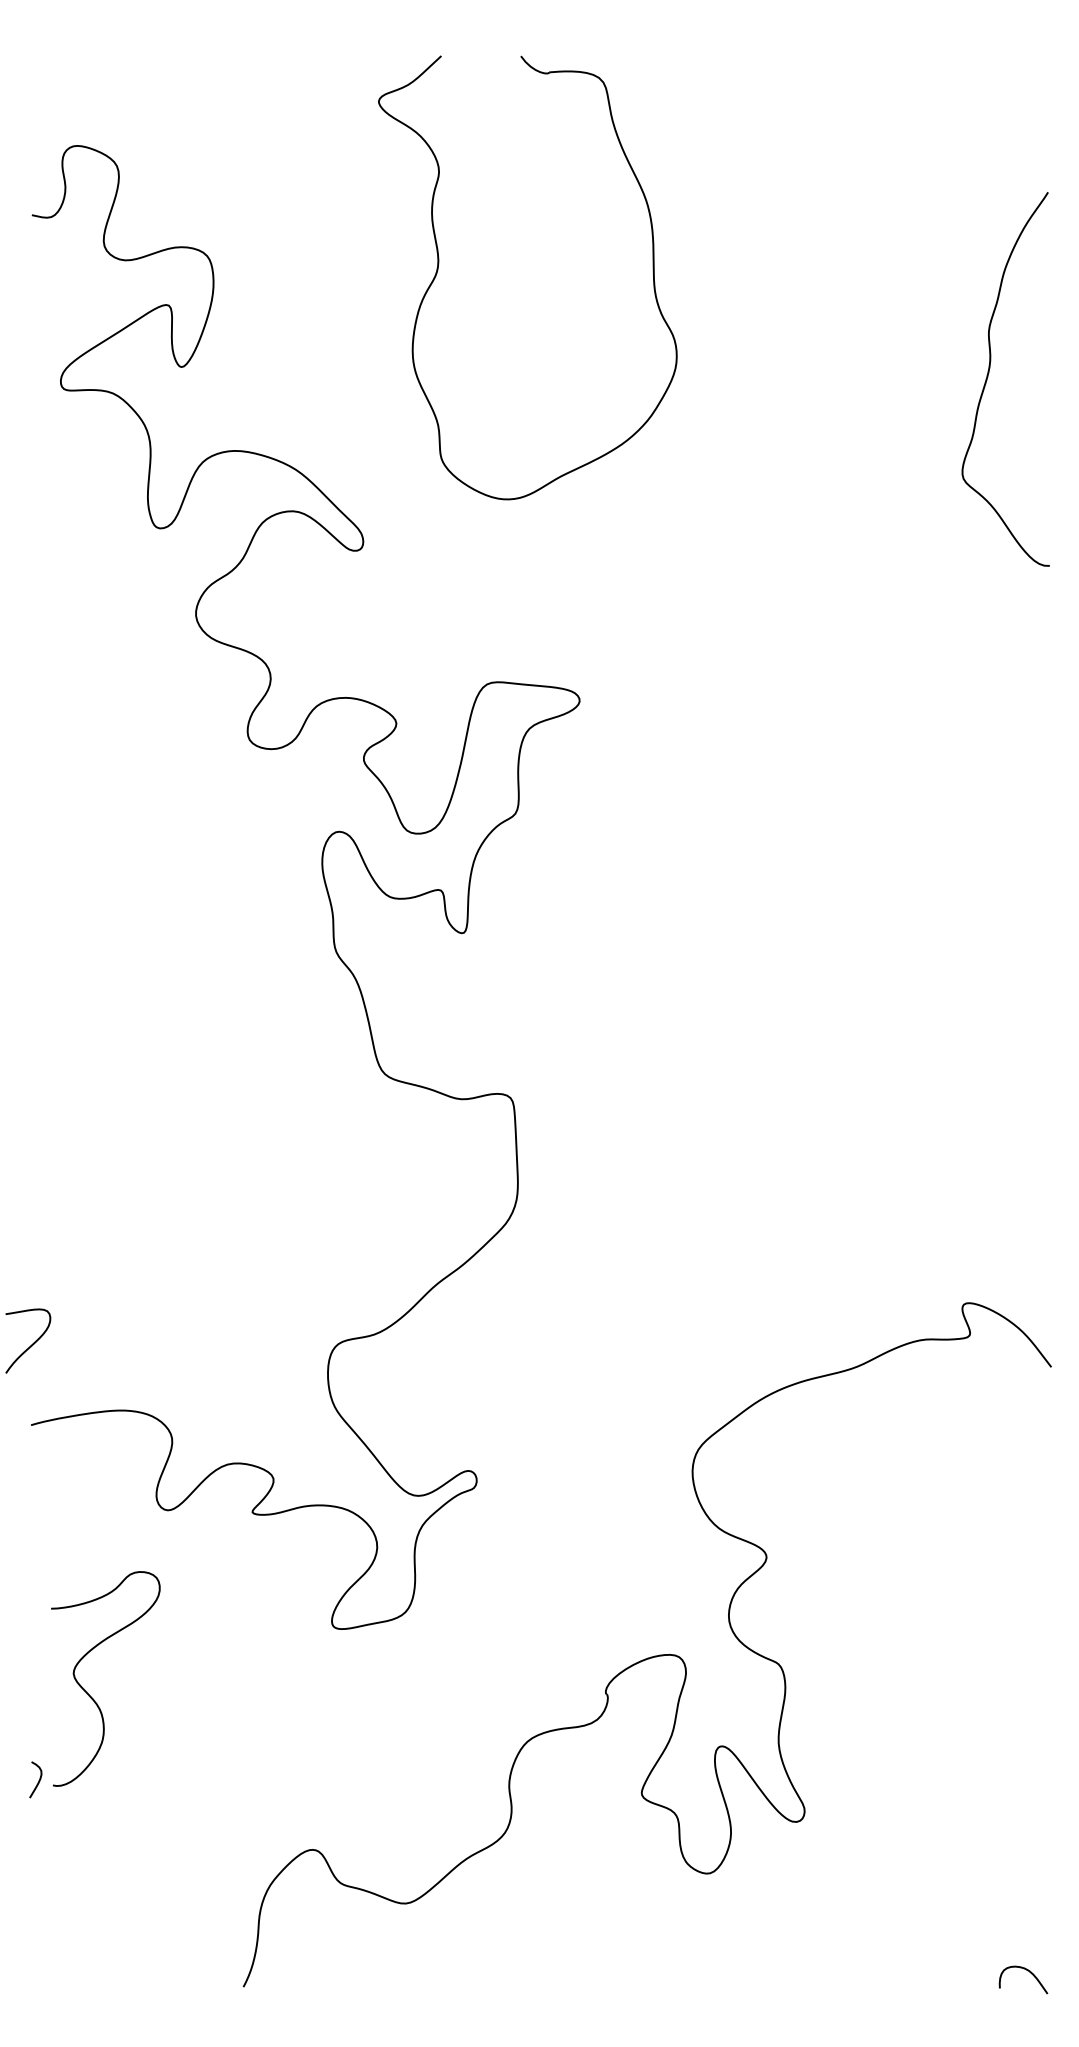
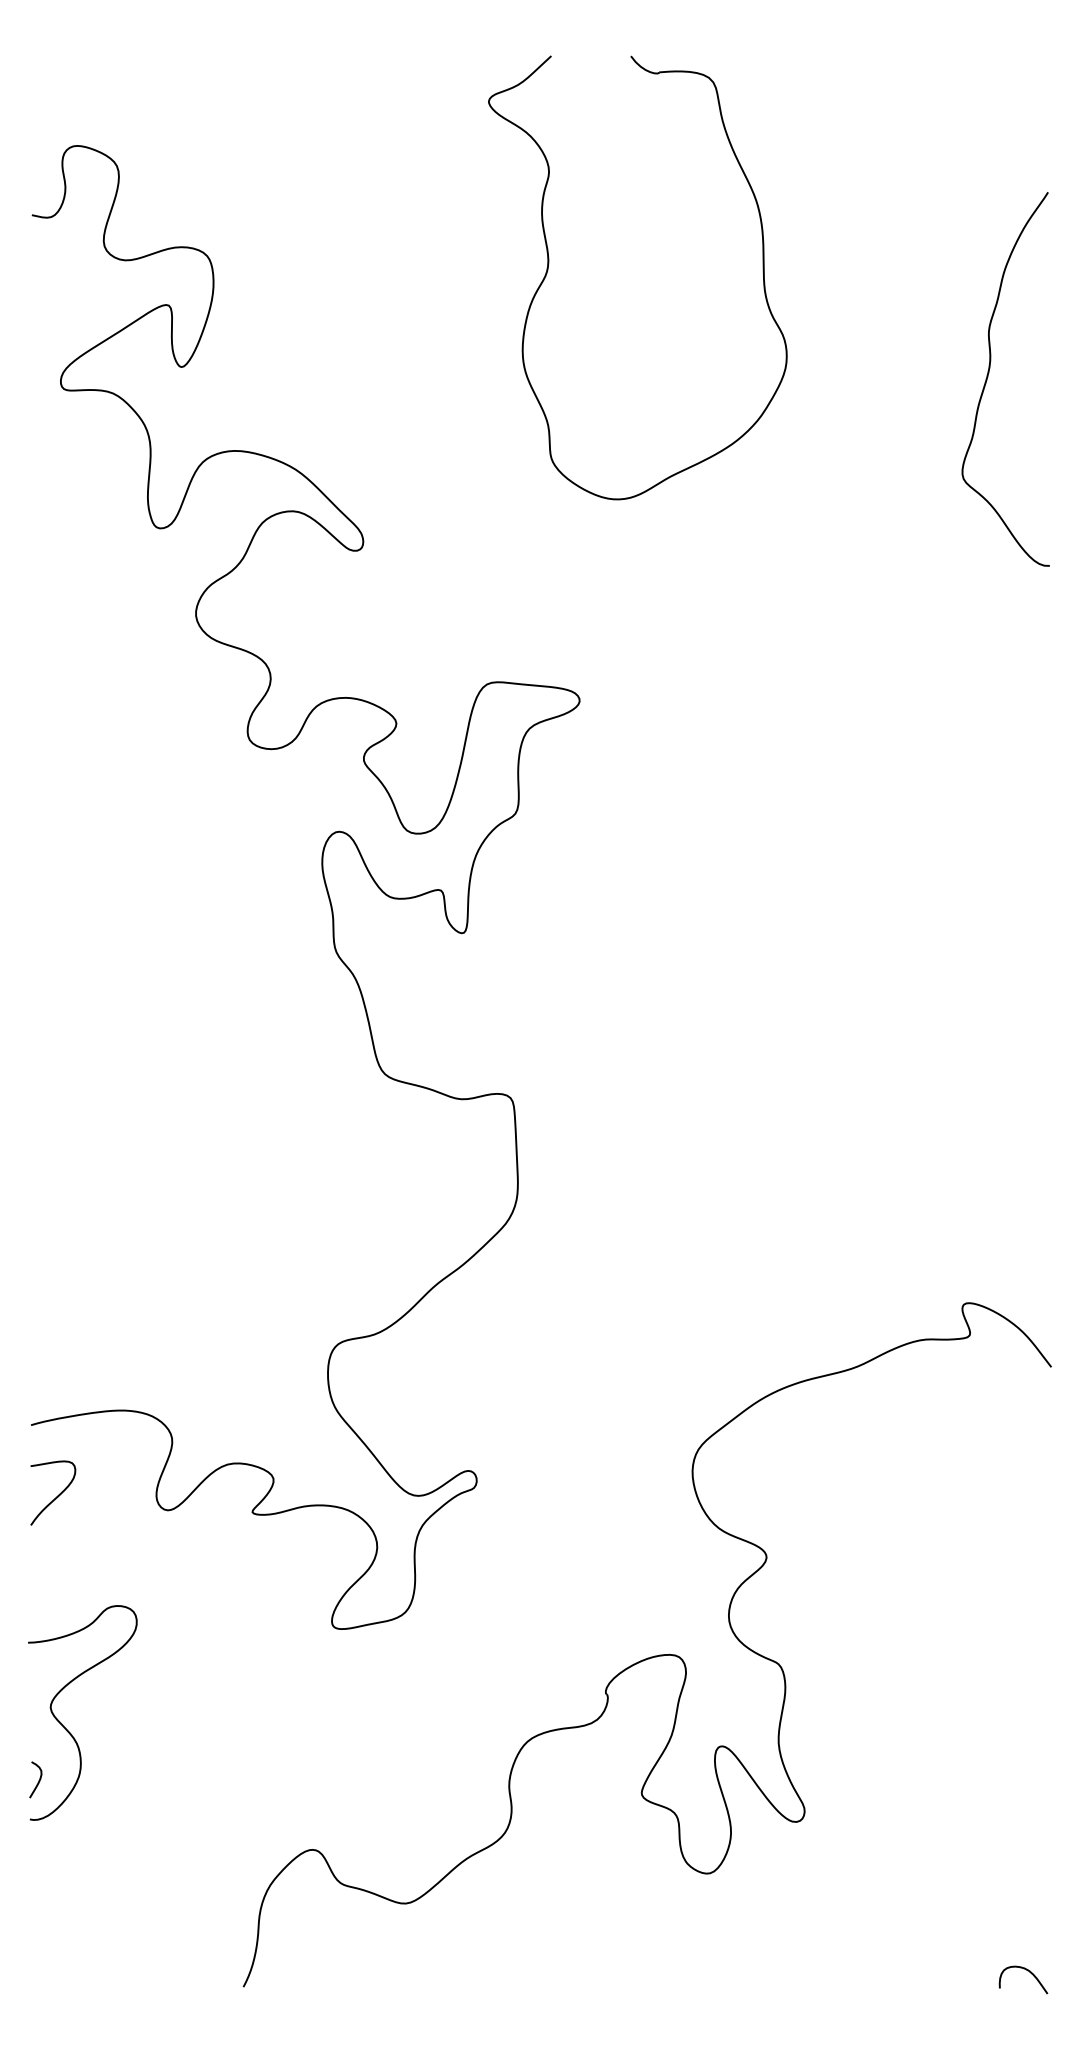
part at (439, 264) position: (439, 264) -> (549, 264)
curve at (32, 1343) position: (32, 1343) -> (57, 1495)
curve at (89, 1694) position: (89, 1694) -> (66, 1728)
